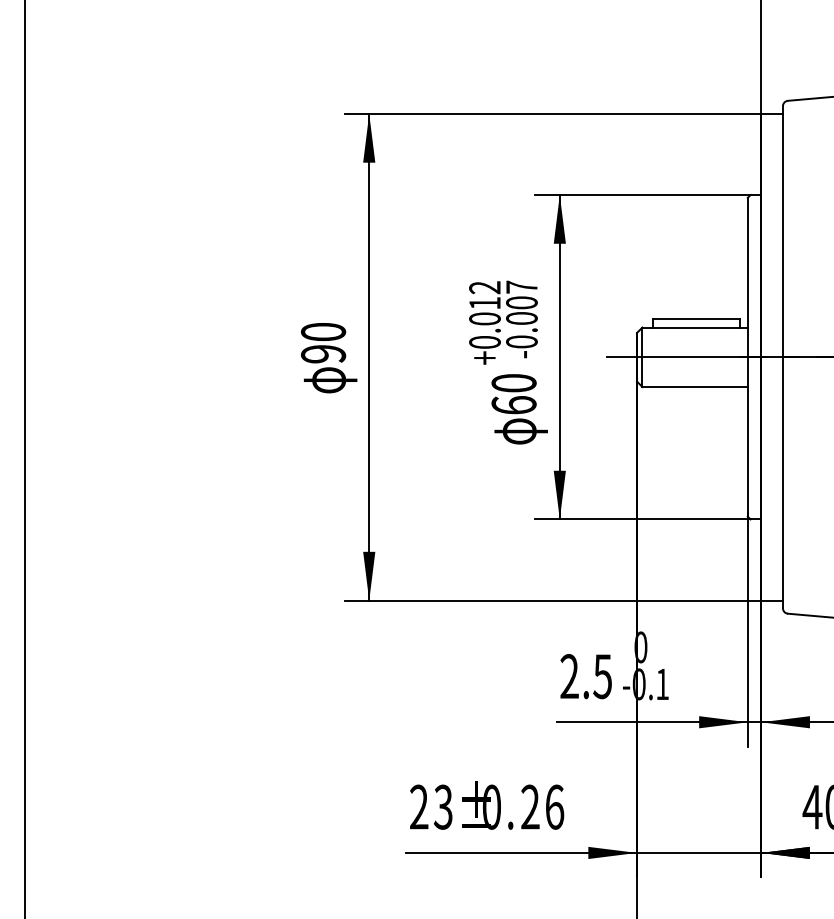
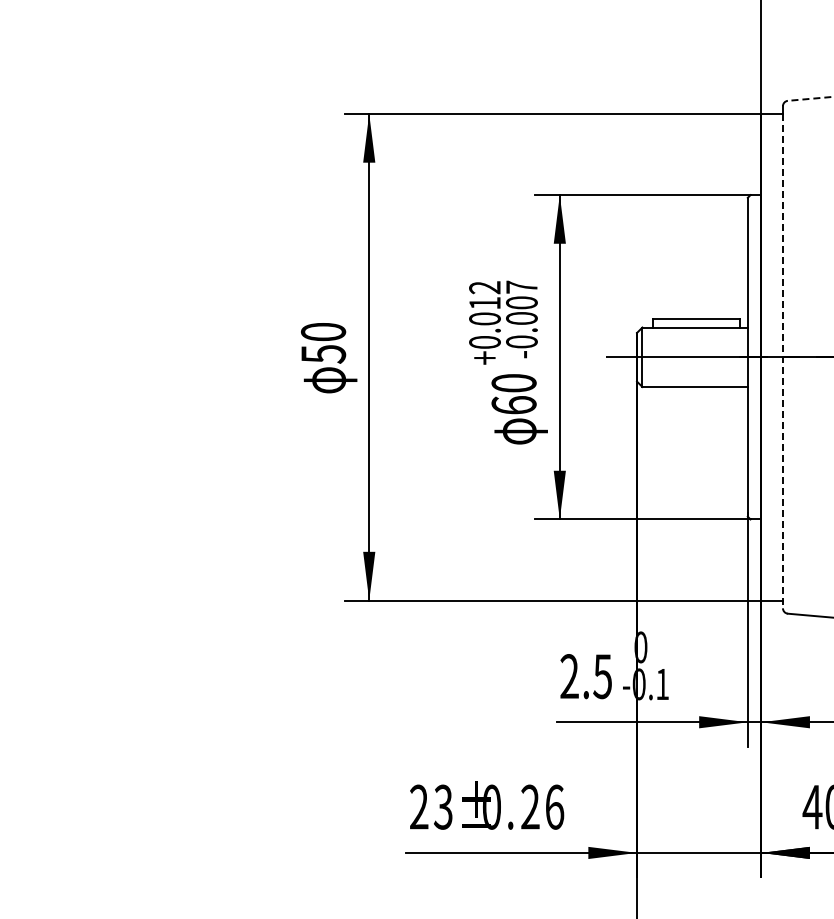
line at (810, 98): solid -> dashed
text at (323, 354): 90 -> 50
line at (782, 361): solid -> dashed
line at (24, 458): present -> none
